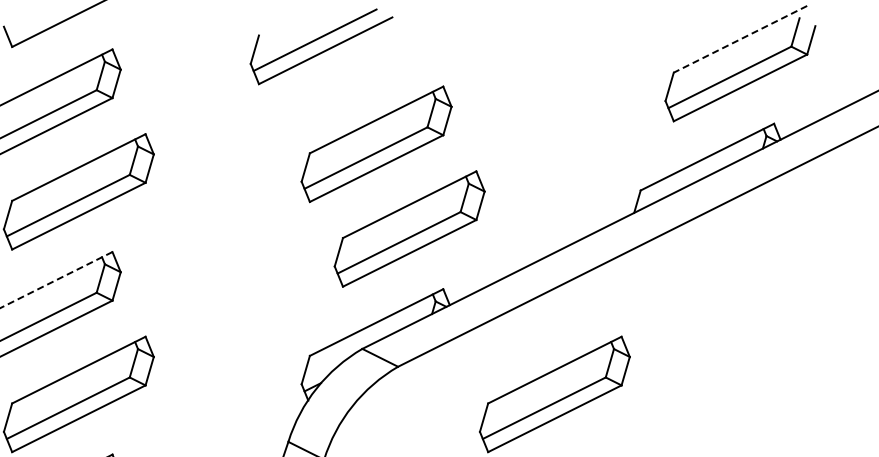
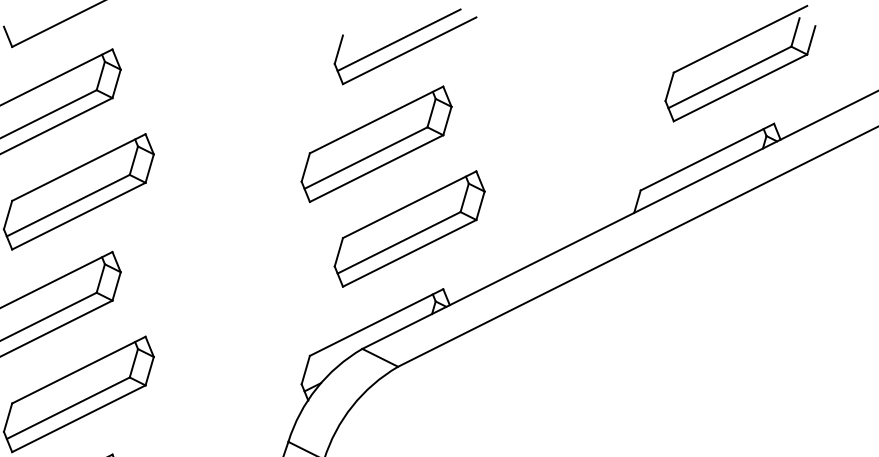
line at (740, 39): dashed -> solid
part at (321, 46) position: (321, 46) -> (405, 46)
line at (56, 280): dashed -> solid
part at (554, 394): present -> none
